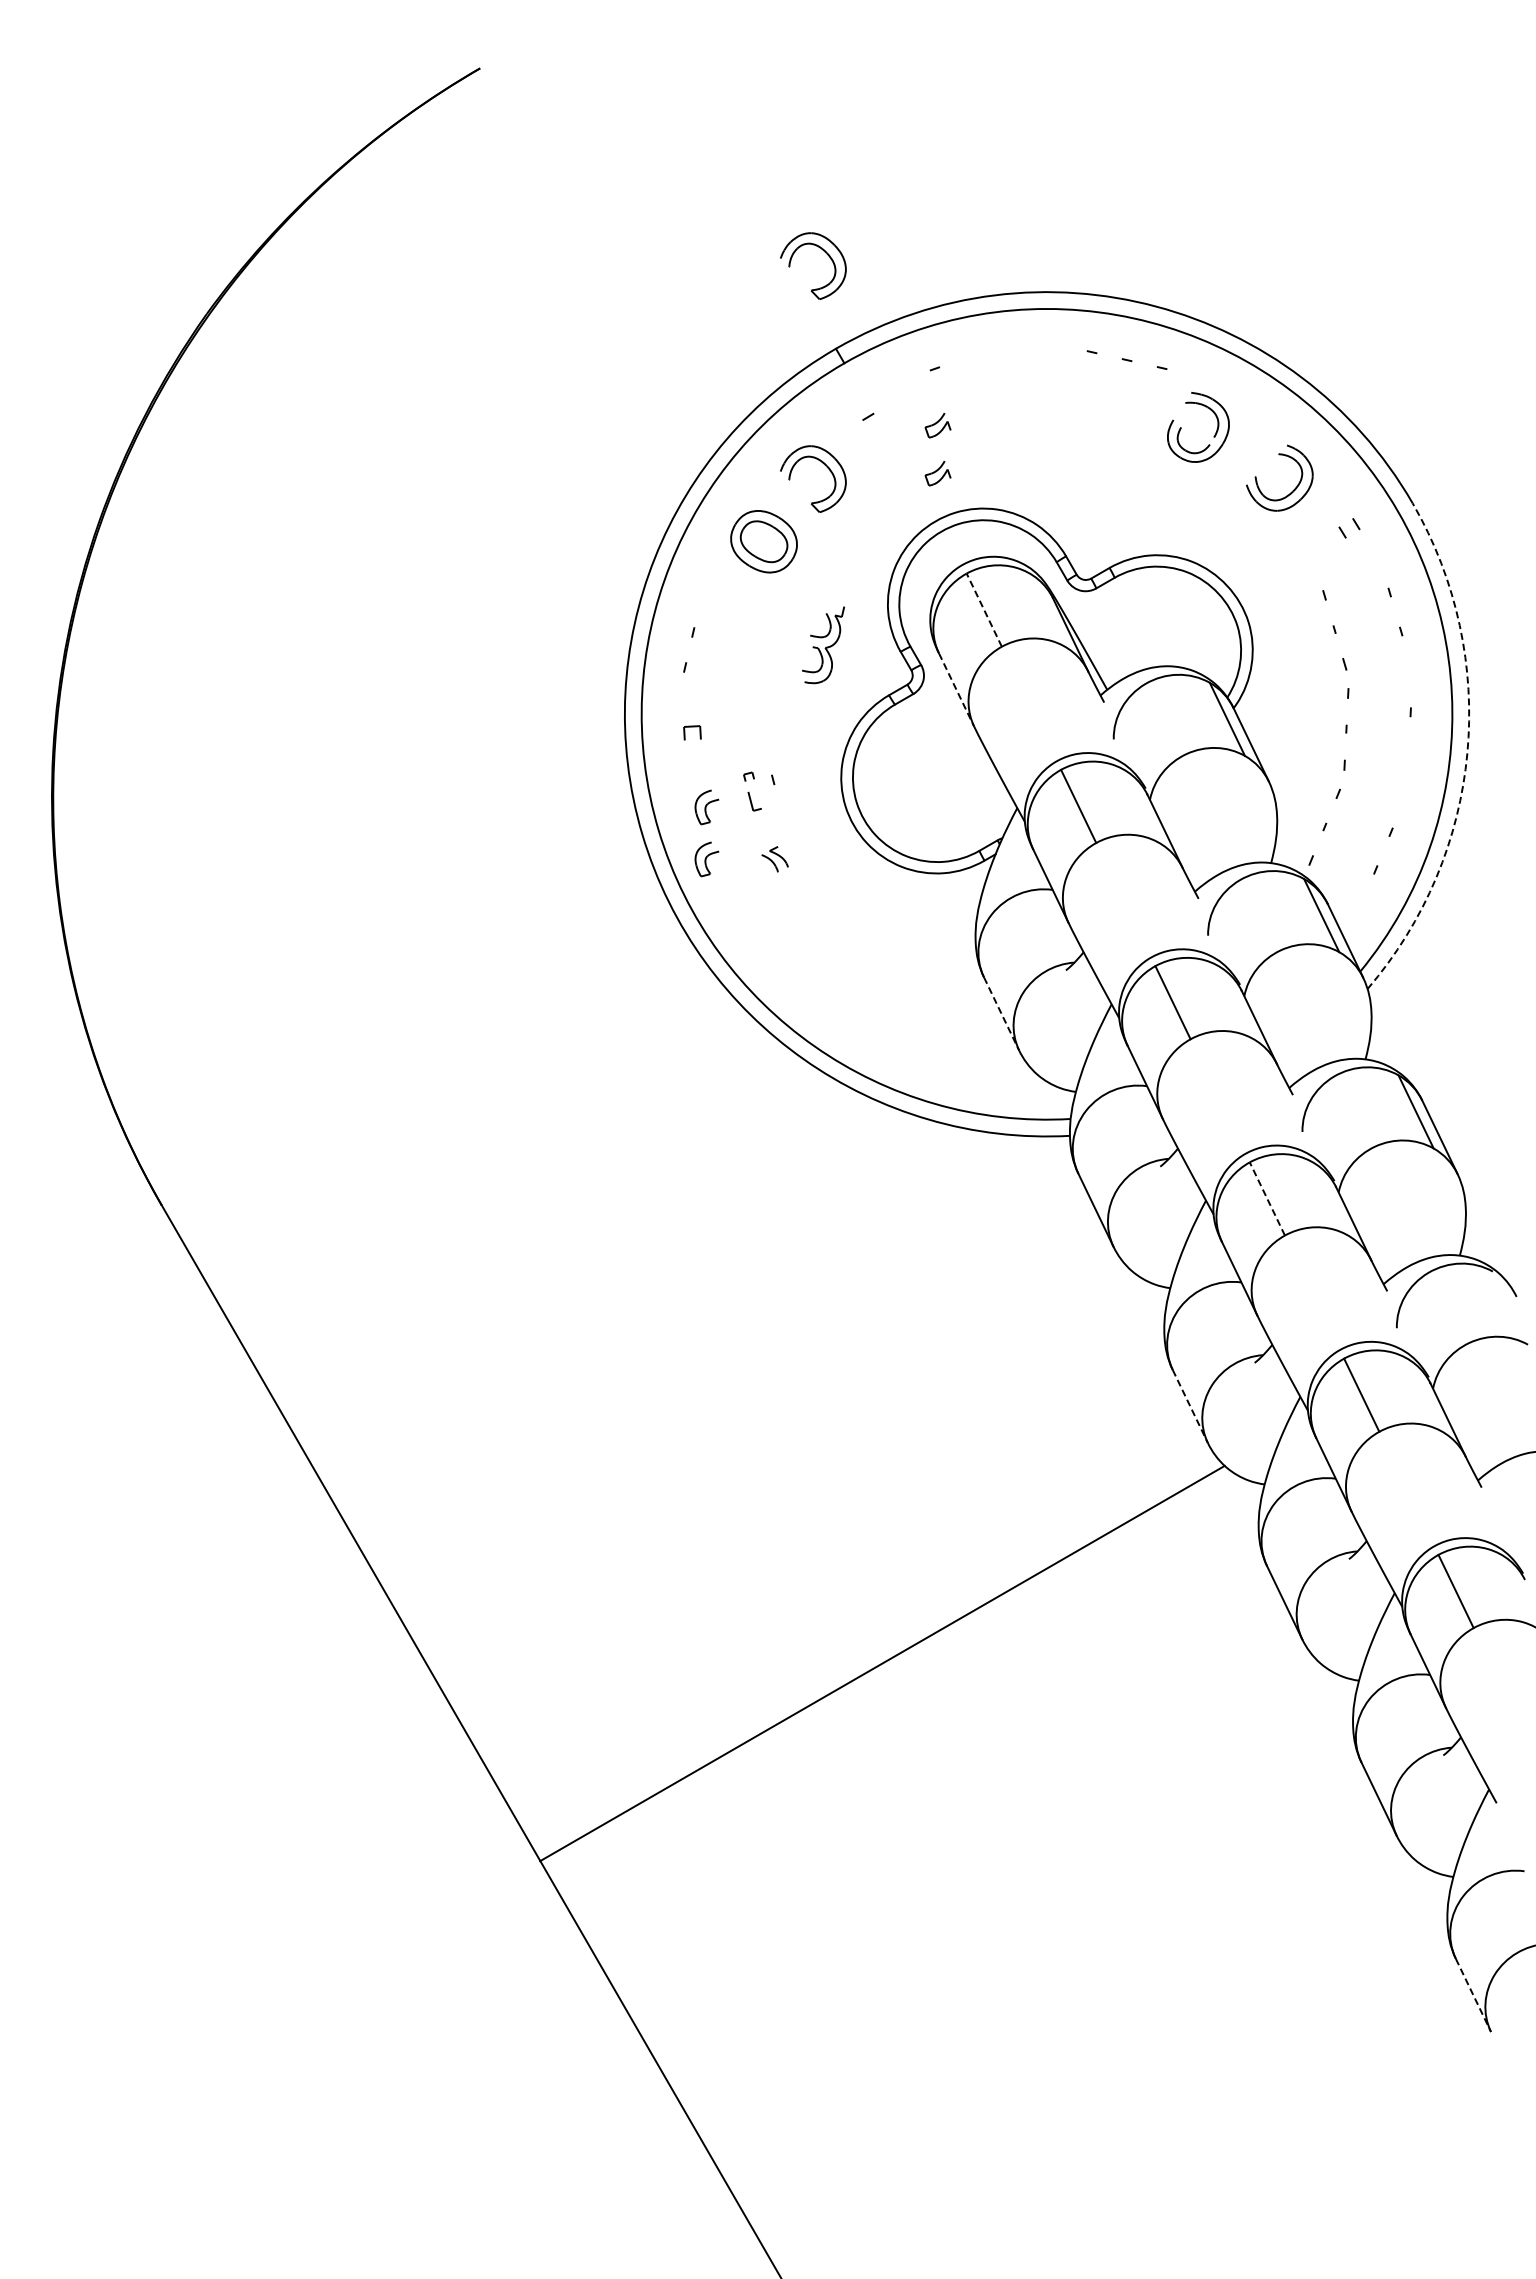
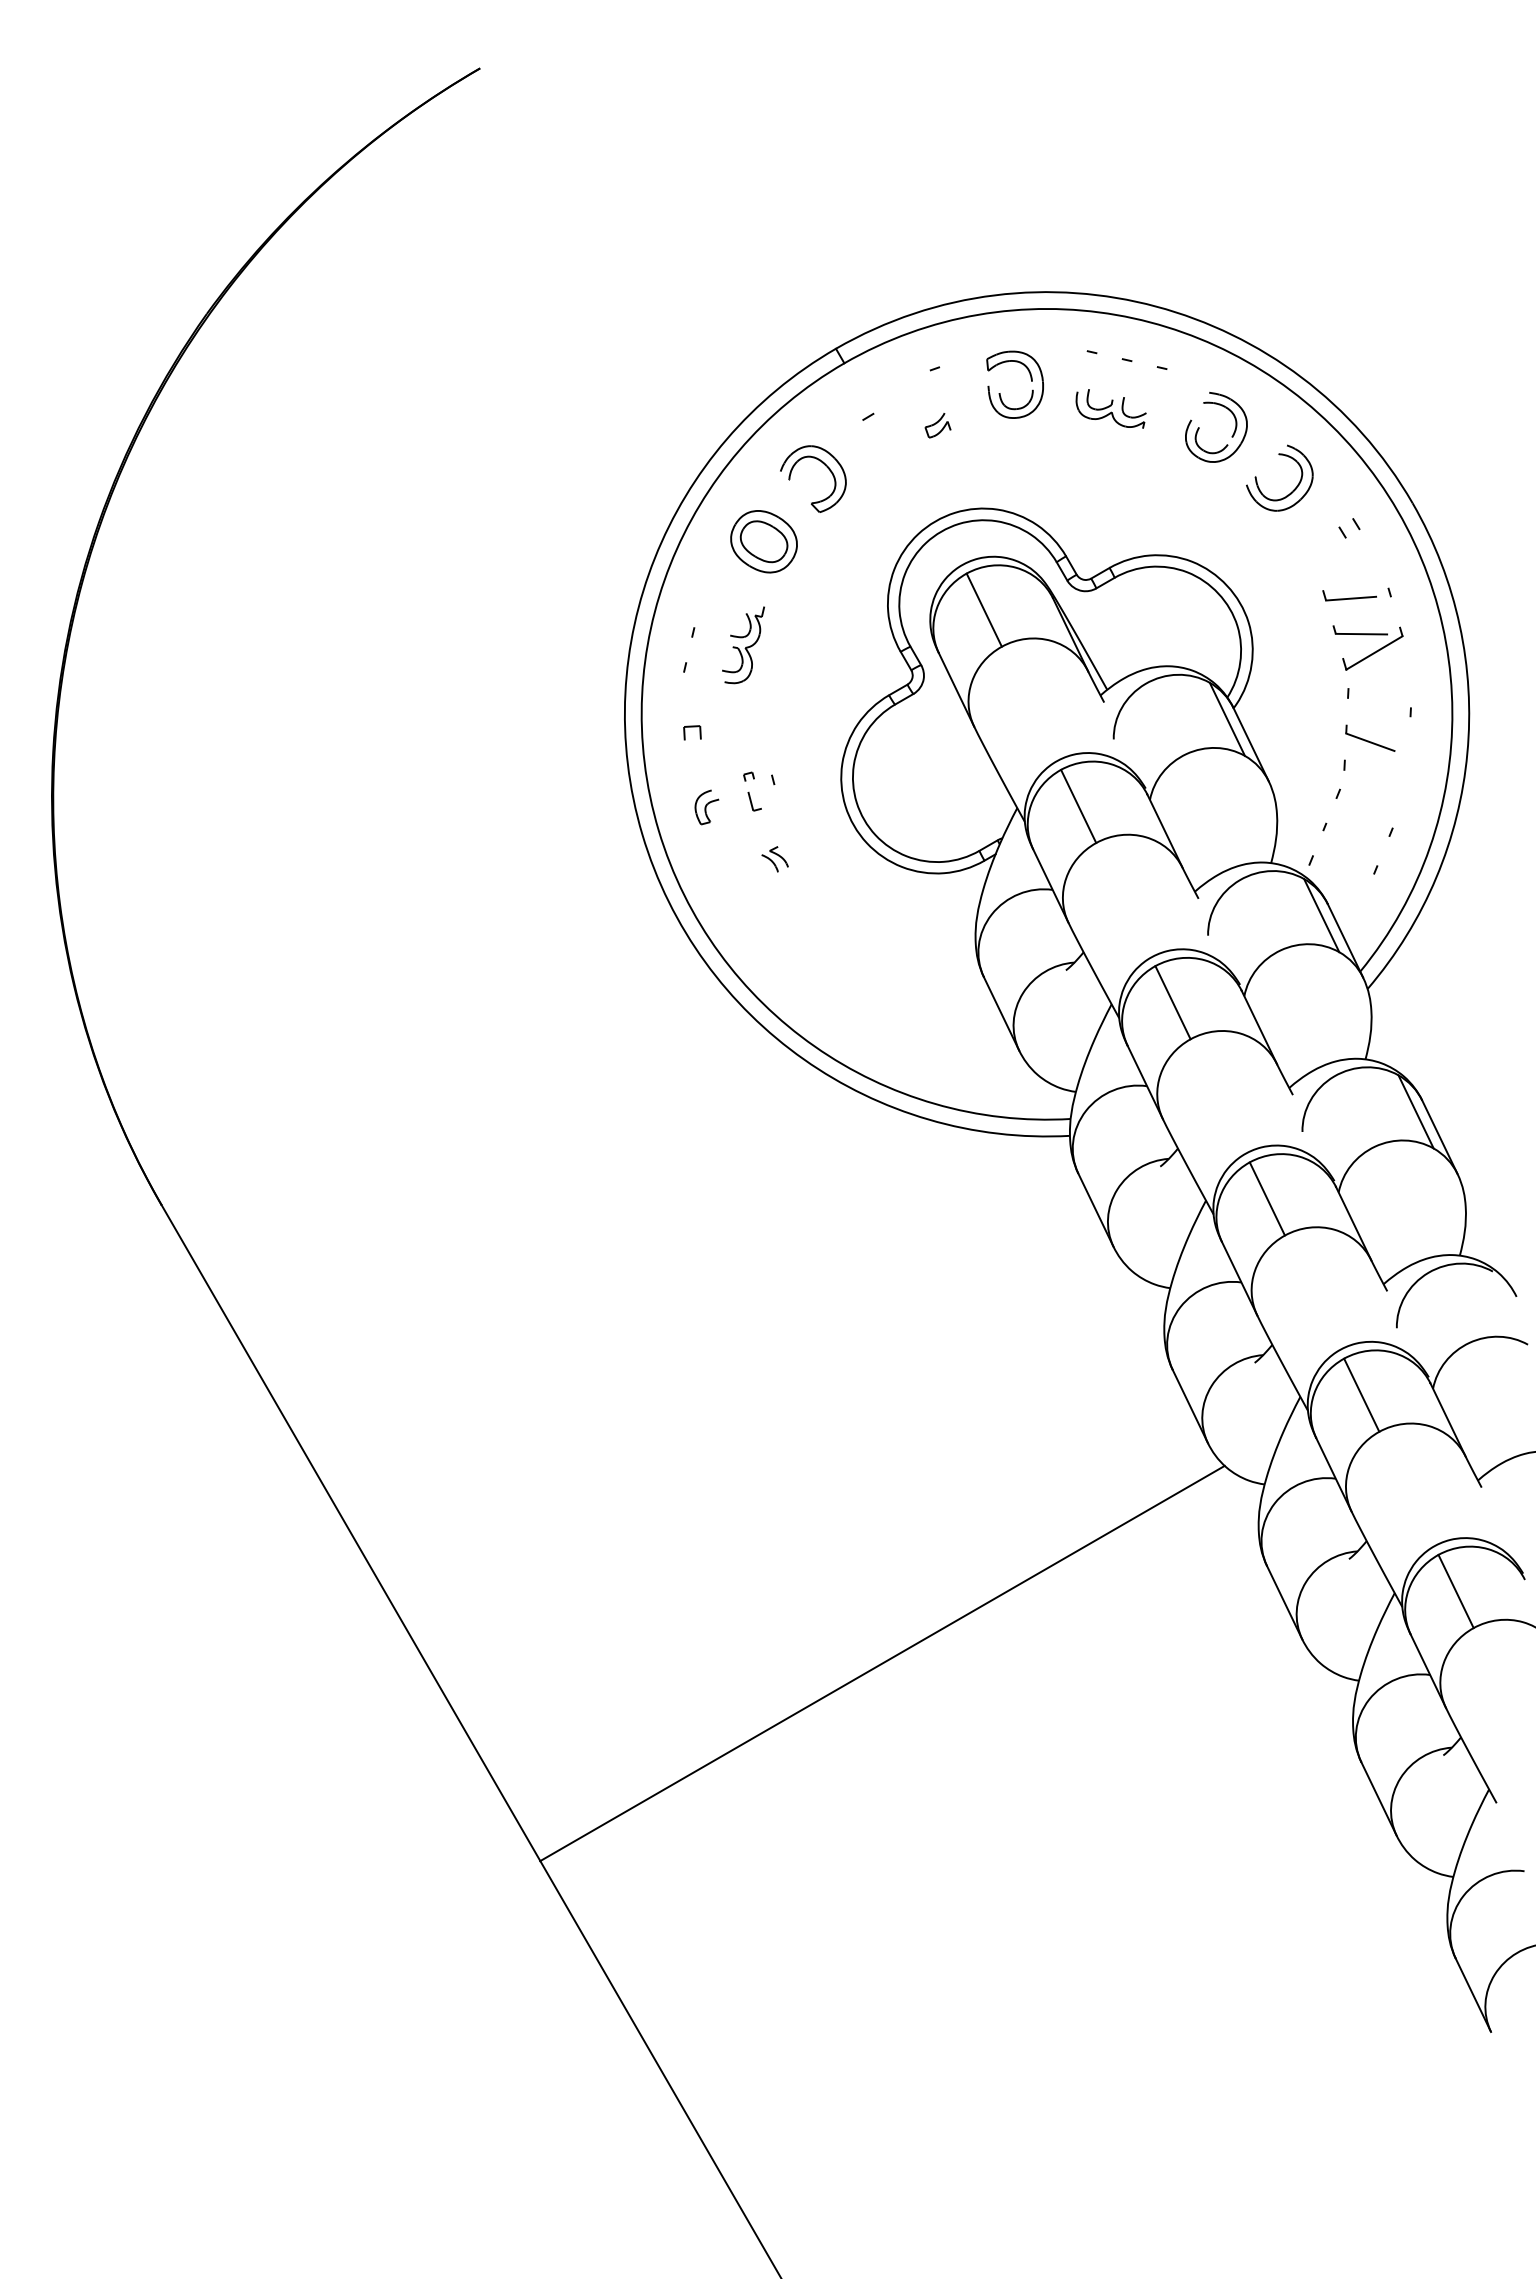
part at (825, 253): present -> none
part at (1000, 393): none -> present
part at (1110, 408): none -> present
part at (1181, 427) position: (1181, 427) -> (1199, 427)
part at (937, 473): present -> none
line at (1351, 598): none -> present
line at (984, 610): dashed -> solid
line at (1361, 633): none -> present
part at (823, 645) position: (823, 645) -> (743, 645)
line at (1374, 652): none -> present
line at (956, 690): dashed -> solid
line at (1370, 742): none -> present
arc at (1467, 753): dashed -> solid
part at (706, 859): present -> none
line at (1001, 1014): dashed -> solid
line at (1267, 1198): dashed -> solid
line at (1190, 1406): dashed -> solid
line at (1473, 1995): dashed -> solid
